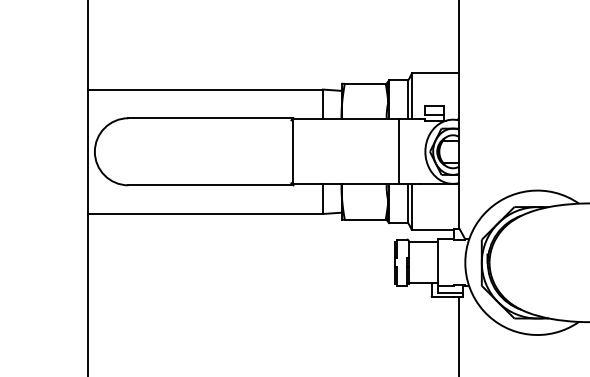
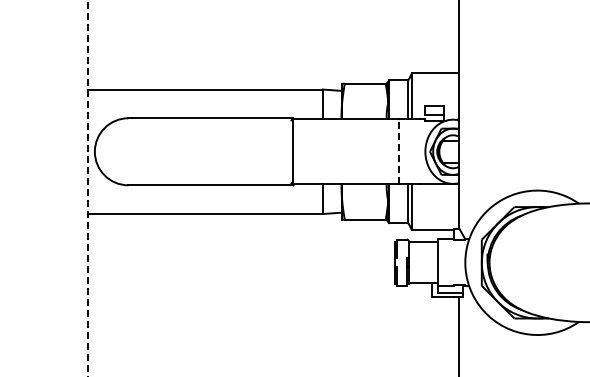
line at (399, 151): solid -> dashed
line at (88, 188): solid -> dashed
